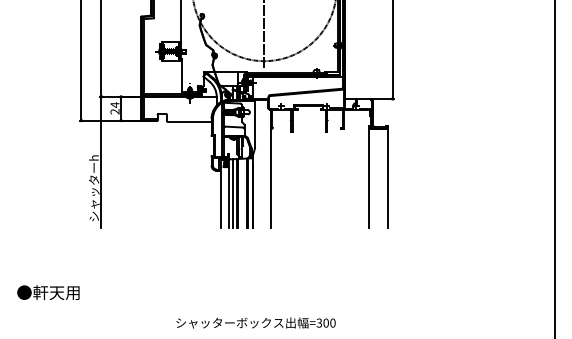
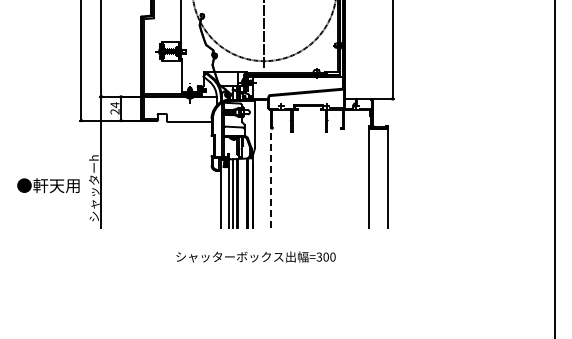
line at (271, 177): solid -> dashed
text at (48, 292) position: (48, 292) -> (48, 185)
text at (255, 322) position: (255, 322) -> (255, 256)
